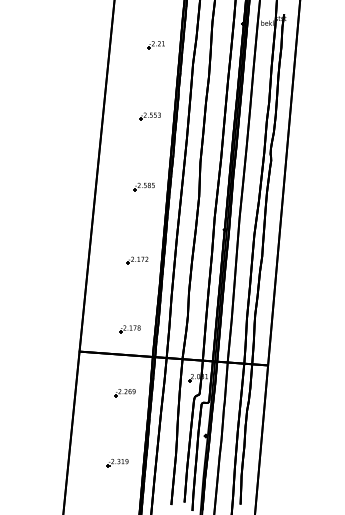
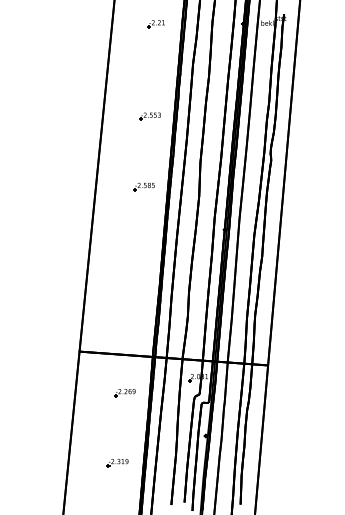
part at (155, 45) position: (155, 45) -> (155, 24)
part at (137, 260): present -> none
part at (129, 329): present -> none
